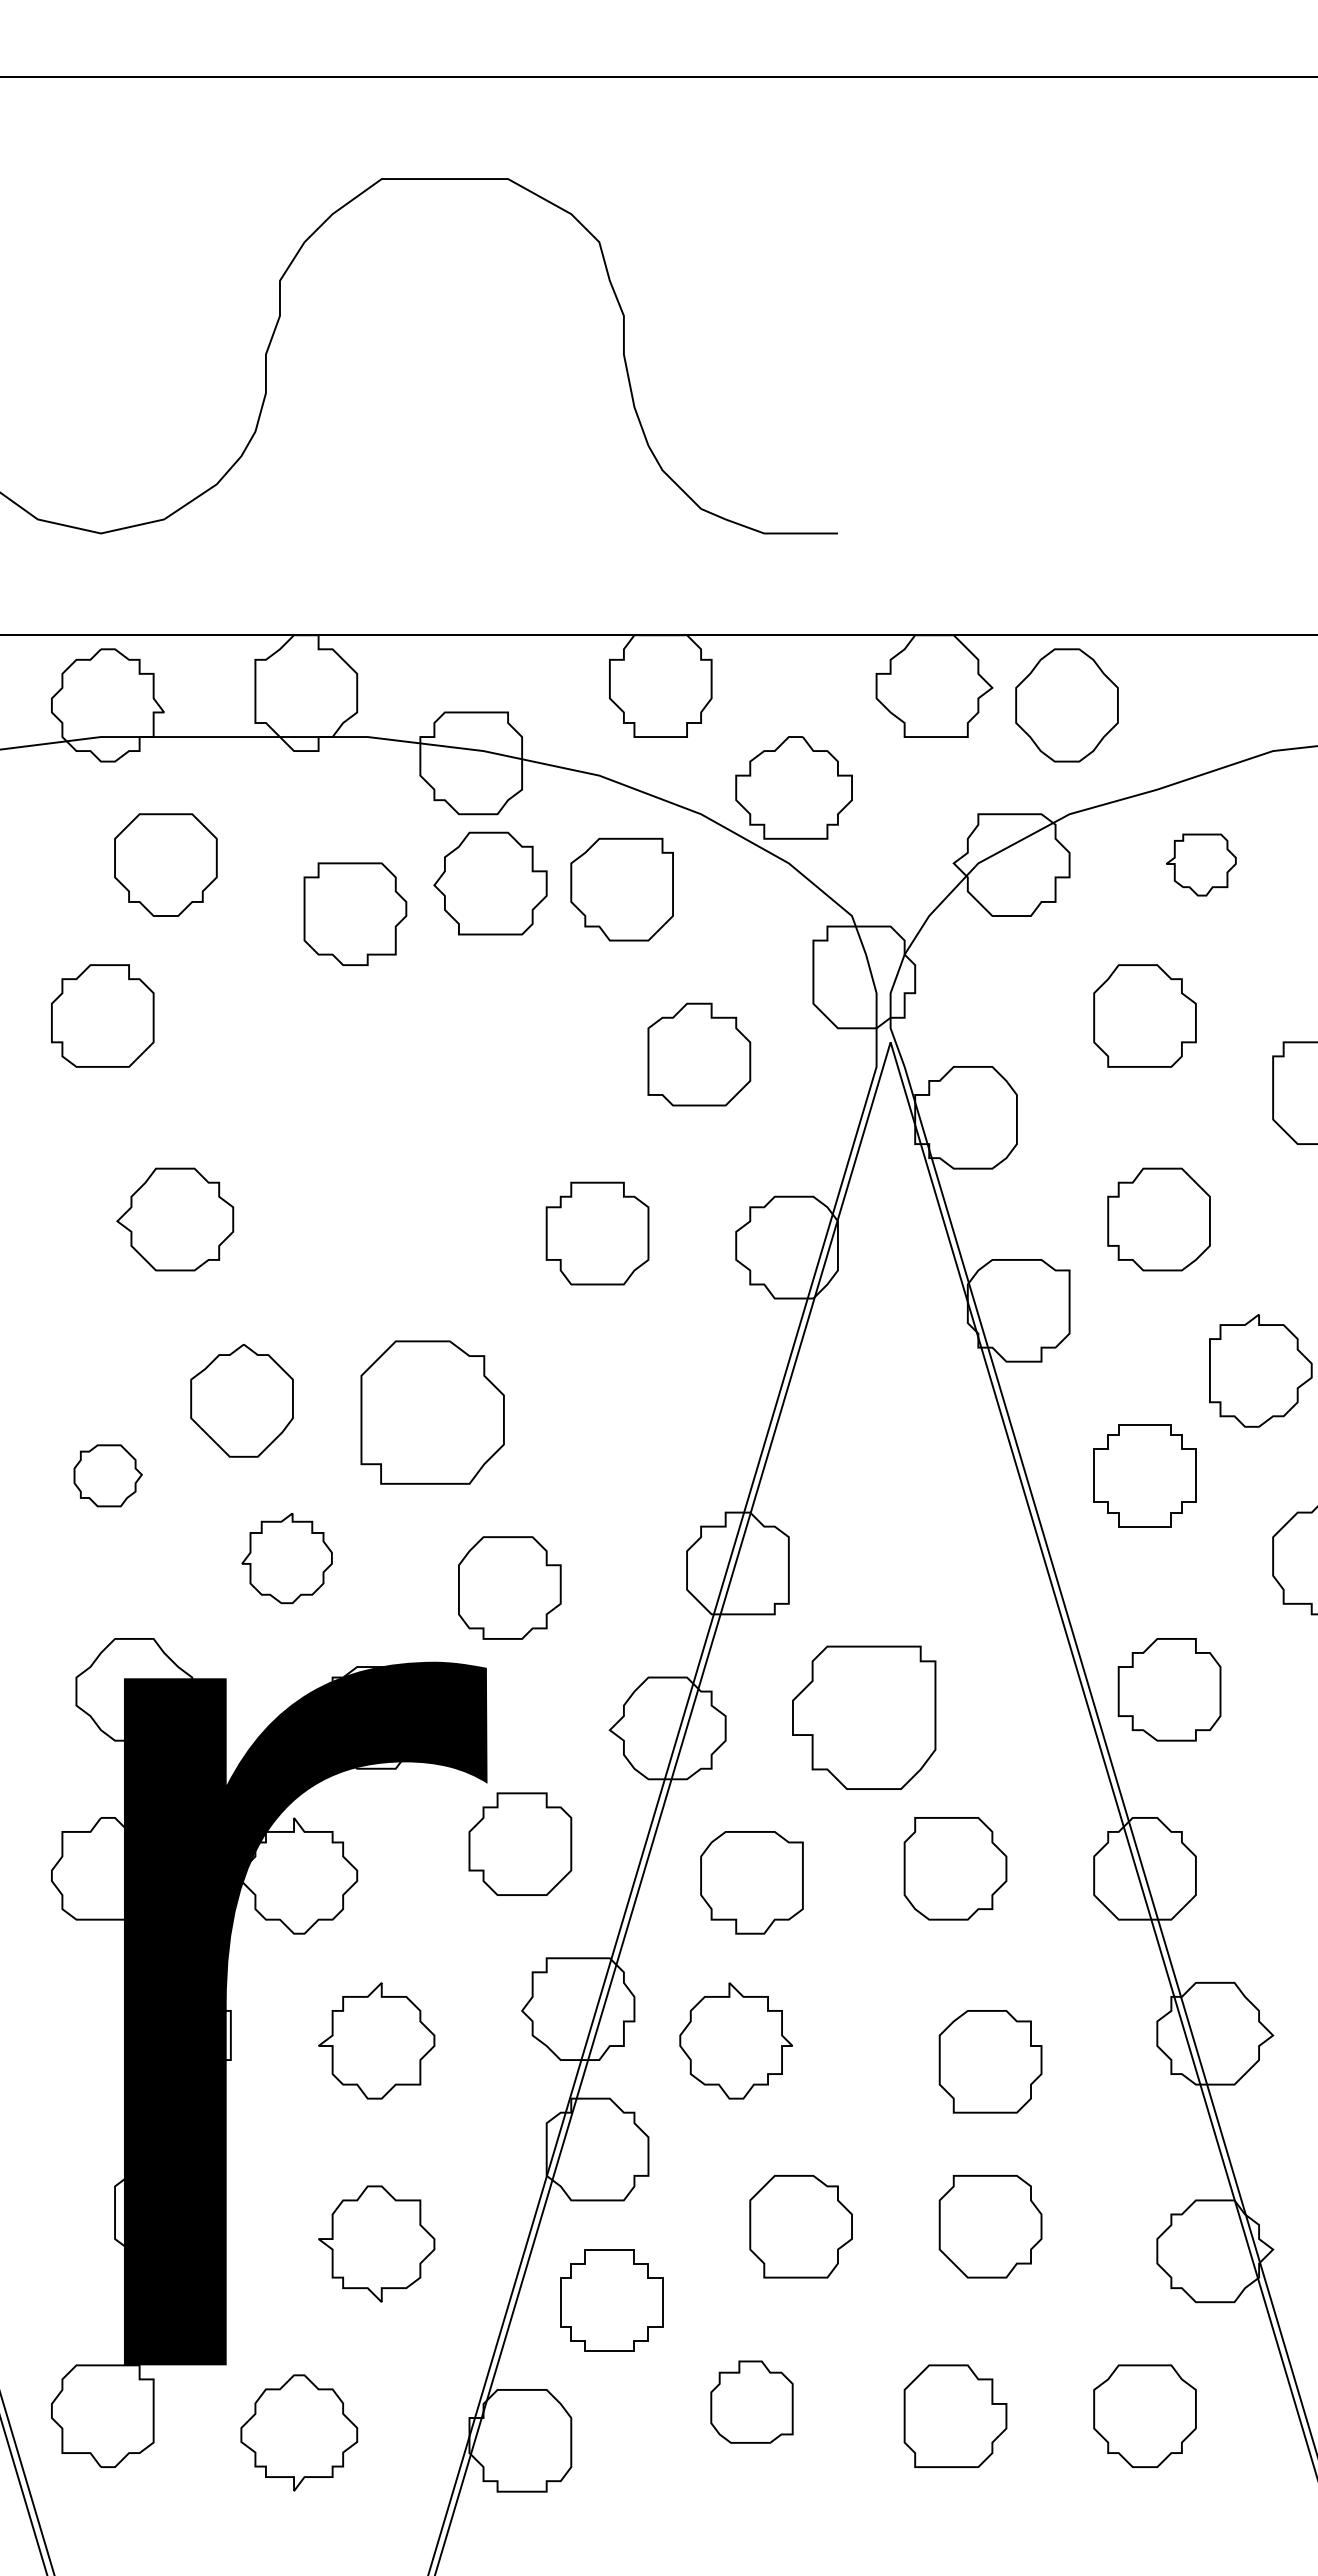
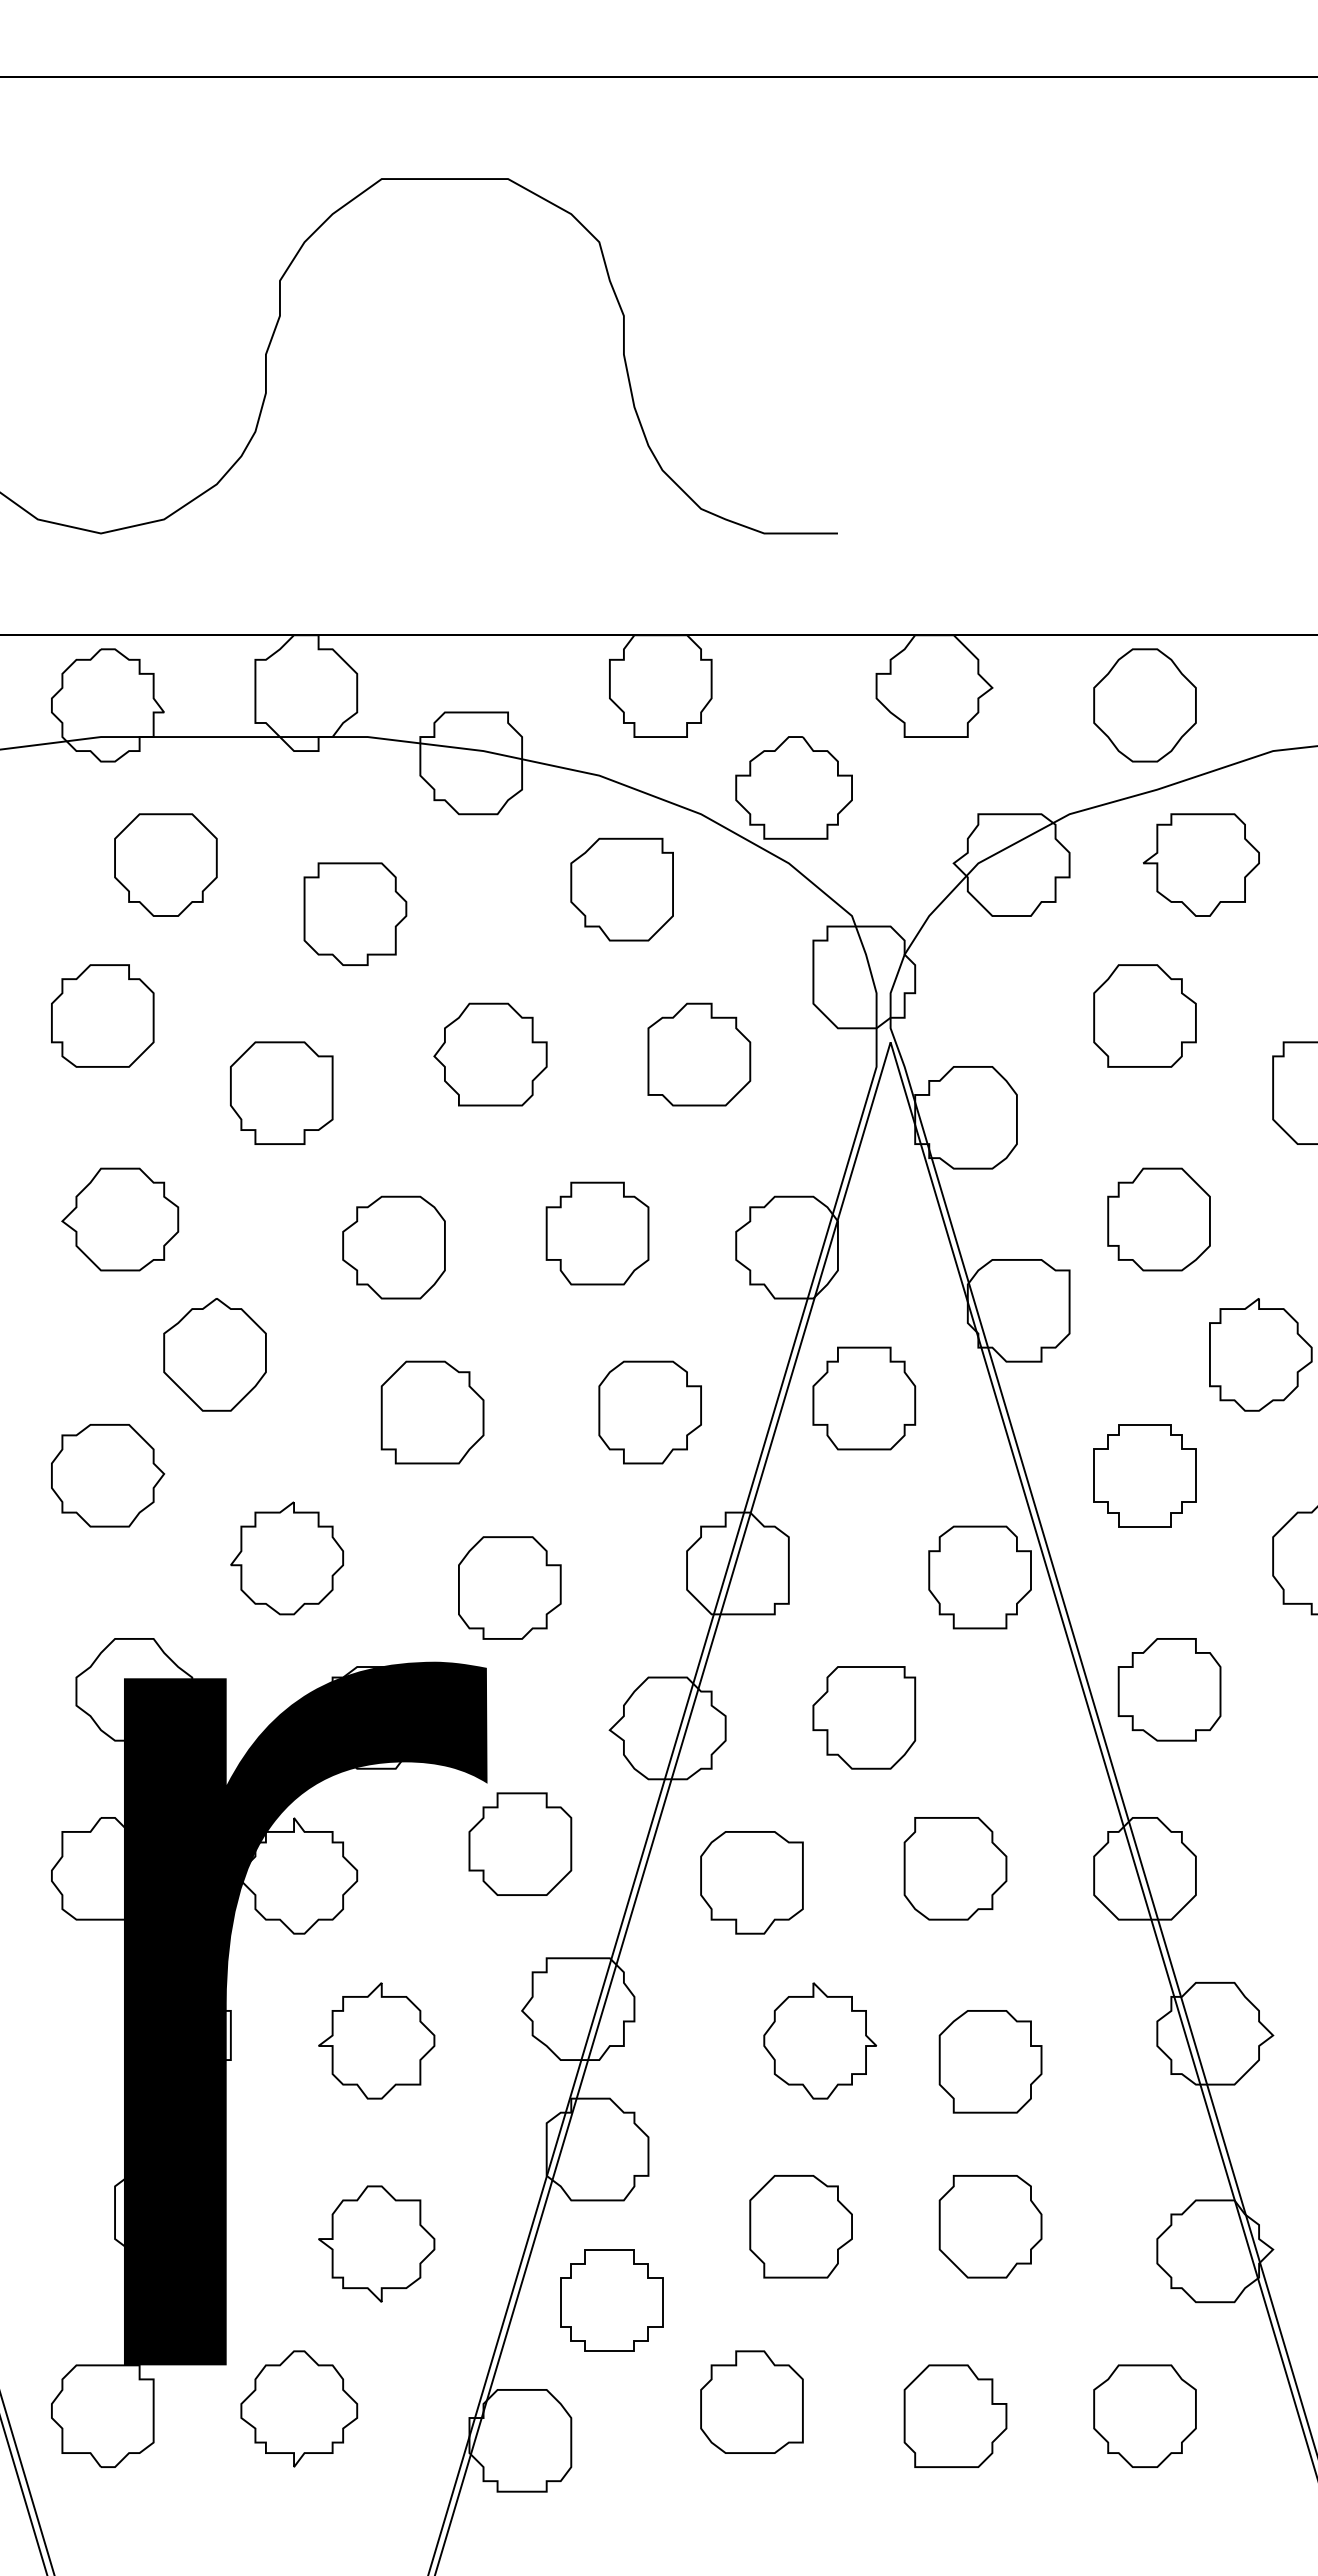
part at (1066, 705) position: (1066, 705) -> (1144, 705)
part at (1201, 864) size: 71x64 px -> 118x104 px
part at (490, 883) position: (490, 883) -> (490, 1054)
part at (281, 1092): none -> present
part at (175, 1219) position: (175, 1219) -> (120, 1219)
part at (393, 1247): none -> present
part at (1260, 1370) position: (1260, 1370) -> (1260, 1354)
part at (864, 1398): none -> present
part at (241, 1400) position: (241, 1400) -> (214, 1354)
part at (432, 1412) size: 145x145 px -> 105x105 px
part at (649, 1412): none -> present
part at (107, 1475) size: 70x64 px -> 115x104 px
part at (286, 1558) size: 92x92 px -> 114x115 px
part at (979, 1577): none -> present
part at (864, 1717) size: 145x145 px -> 105x104 px
part at (736, 2040) position: (736, 2040) -> (820, 2040)
part at (751, 2401) size: 84x84 px -> 104x104 px
part at (299, 2432) position: (299, 2432) -> (299, 2408)
